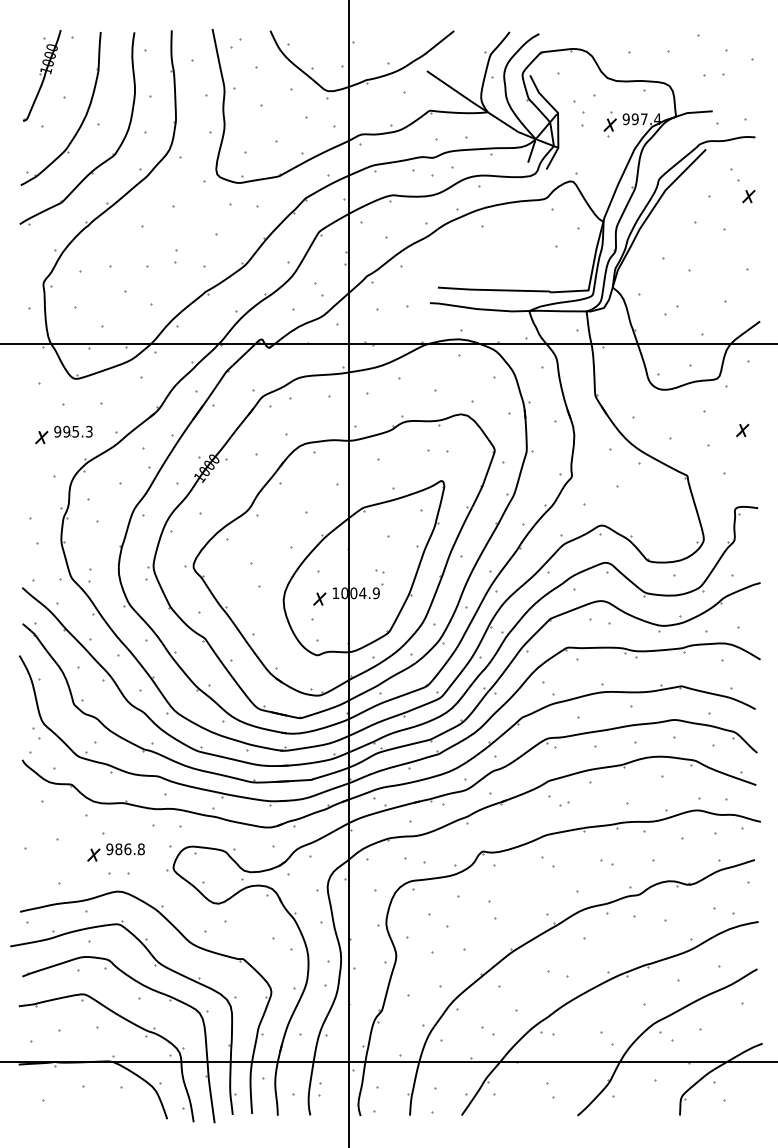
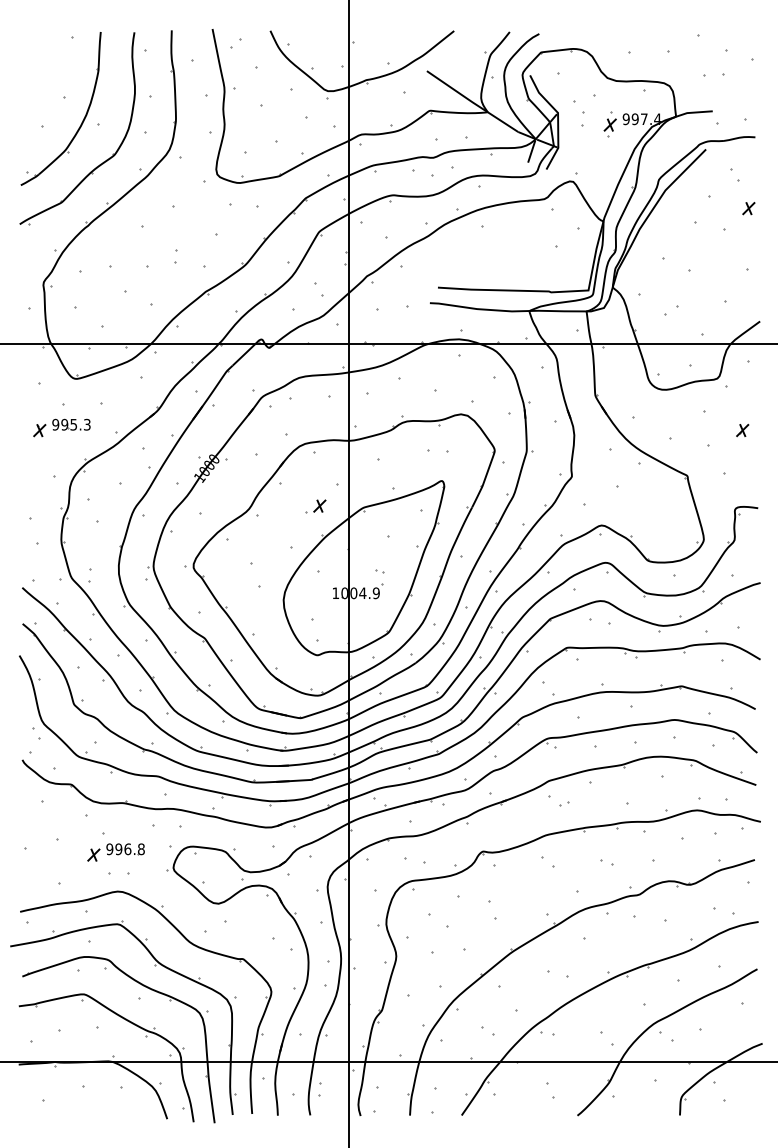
part at (42, 75): present -> none
part at (748, 196) position: (748, 196) -> (748, 208)
part at (63, 434) position: (63, 434) -> (61, 427)
part at (319, 598) position: (319, 598) -> (319, 505)
text at (118, 849): 986.8 -> 996.8
